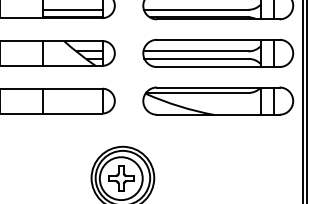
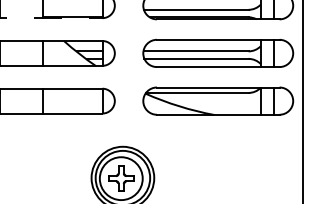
line at (72, 9): present -> none
line at (51, 18): solid -> dashed
line at (306, 101): present -> none
